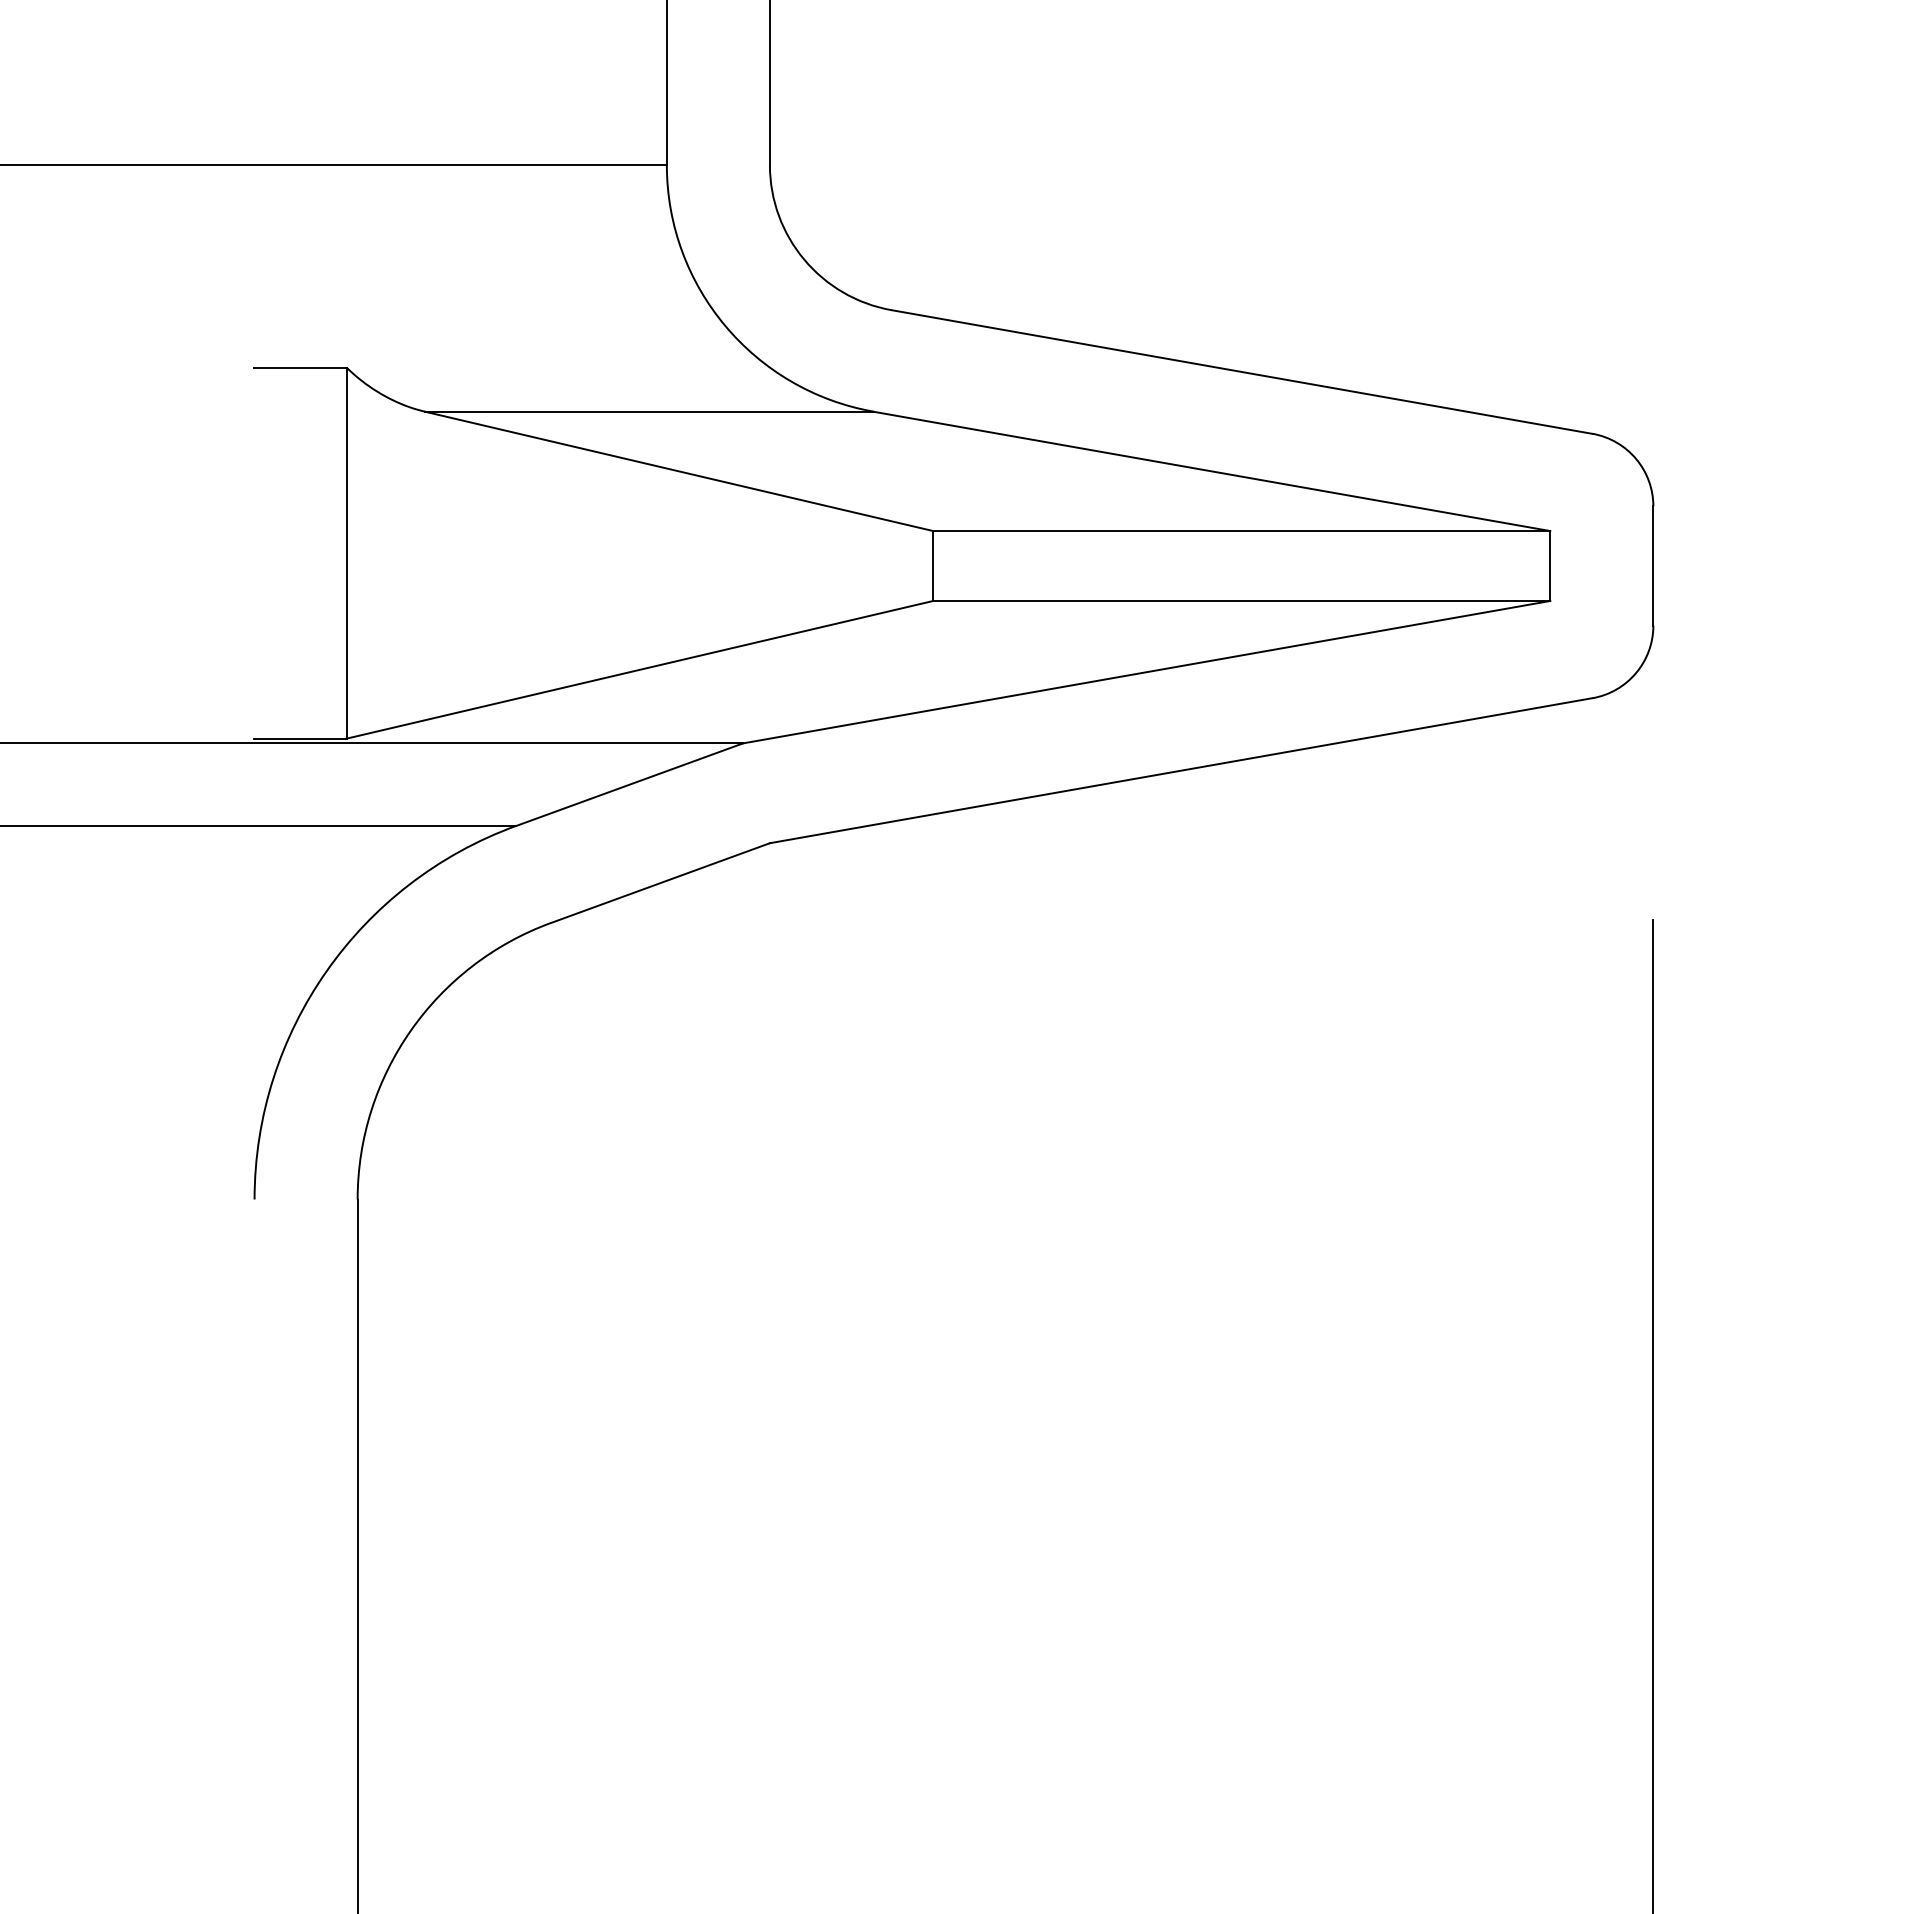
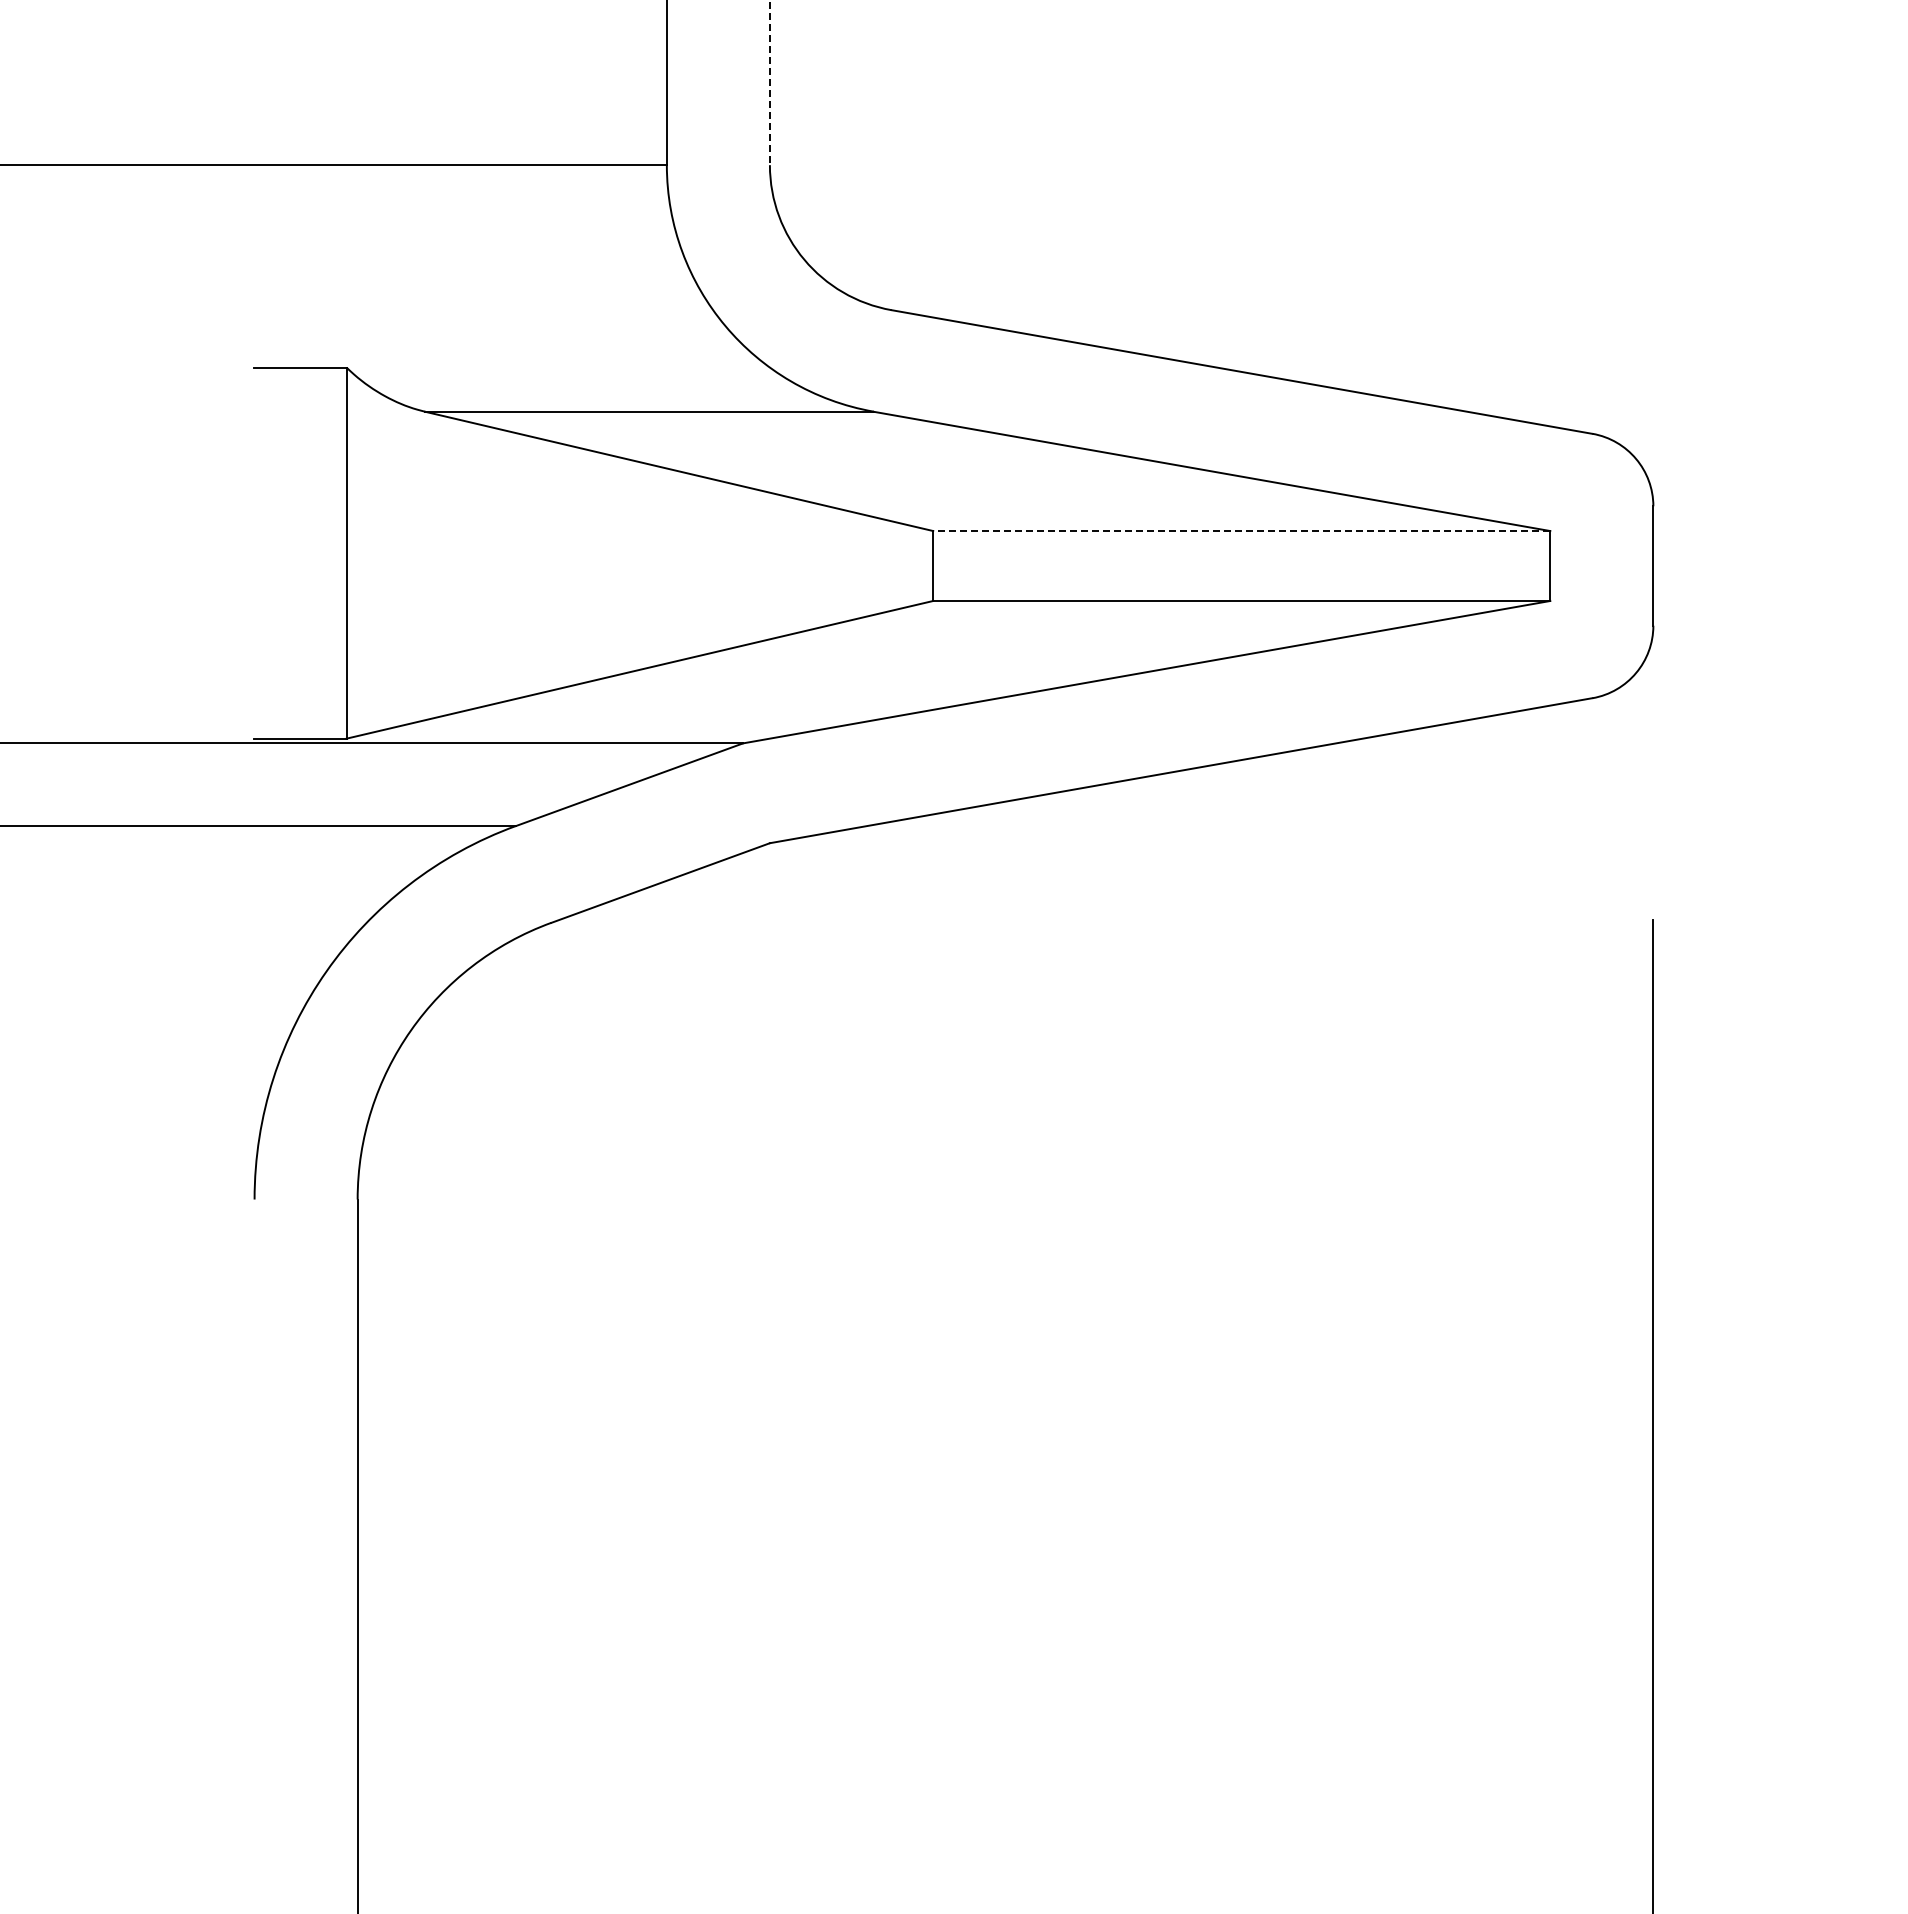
line at (769, 83): solid -> dashed
line at (1241, 531): solid -> dashed
